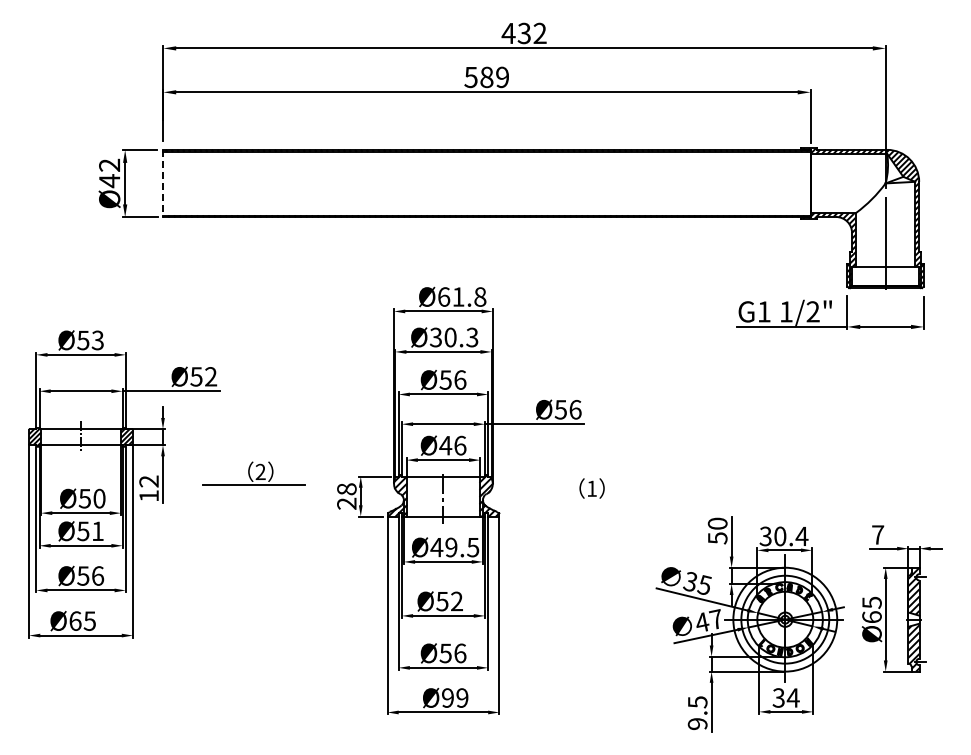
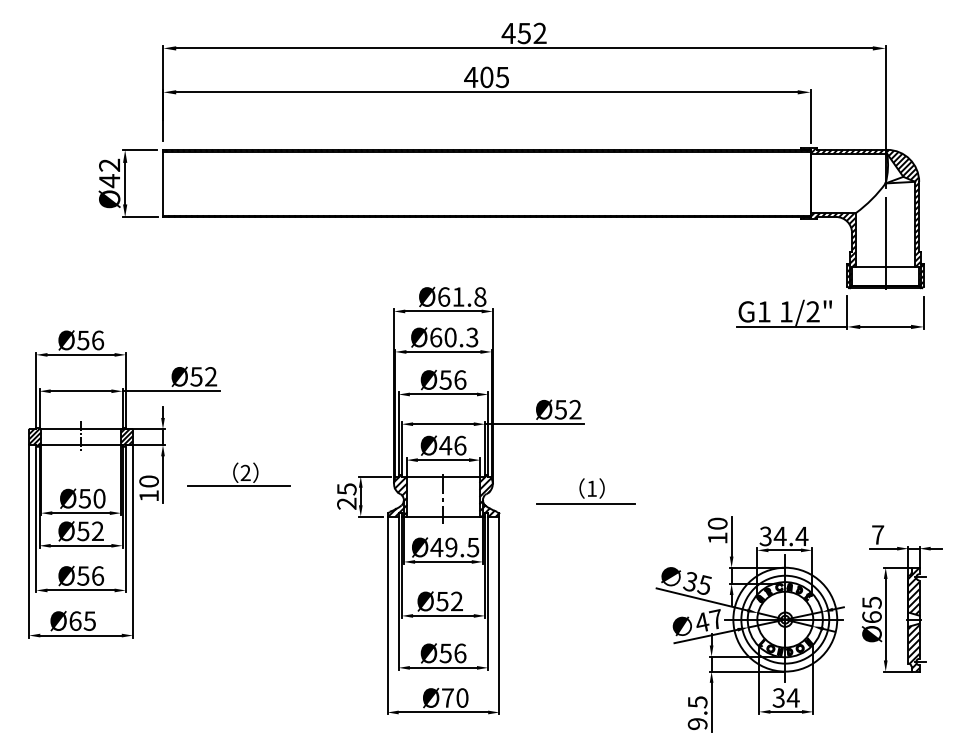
text at (524, 32): 432 -> 452
text at (486, 77): 589 -> 405
line at (163, 183): dashed -> solid
text at (435, 337): Ø30.3 -> Ø60.3
text at (97, 340): Ø53 -> Ø56
text at (575, 409): Ø56 -> Ø52
part at (253, 473) position: (253, 473) -> (238, 474)
text at (148, 481): 12 -> 10
text at (346, 489): 28 -> 25
line at (585, 503): none -> present
text at (97, 530): Ø51 -> Ø52
text at (779, 536): 30.4 -> 34.4
text at (717, 538): 50 -> 10
text at (455, 697): Ø99 -> Ø70
